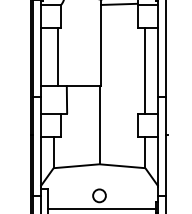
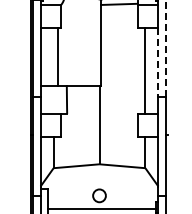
line at (166, 48): solid -> dashed
line at (158, 62): solid -> dashed
